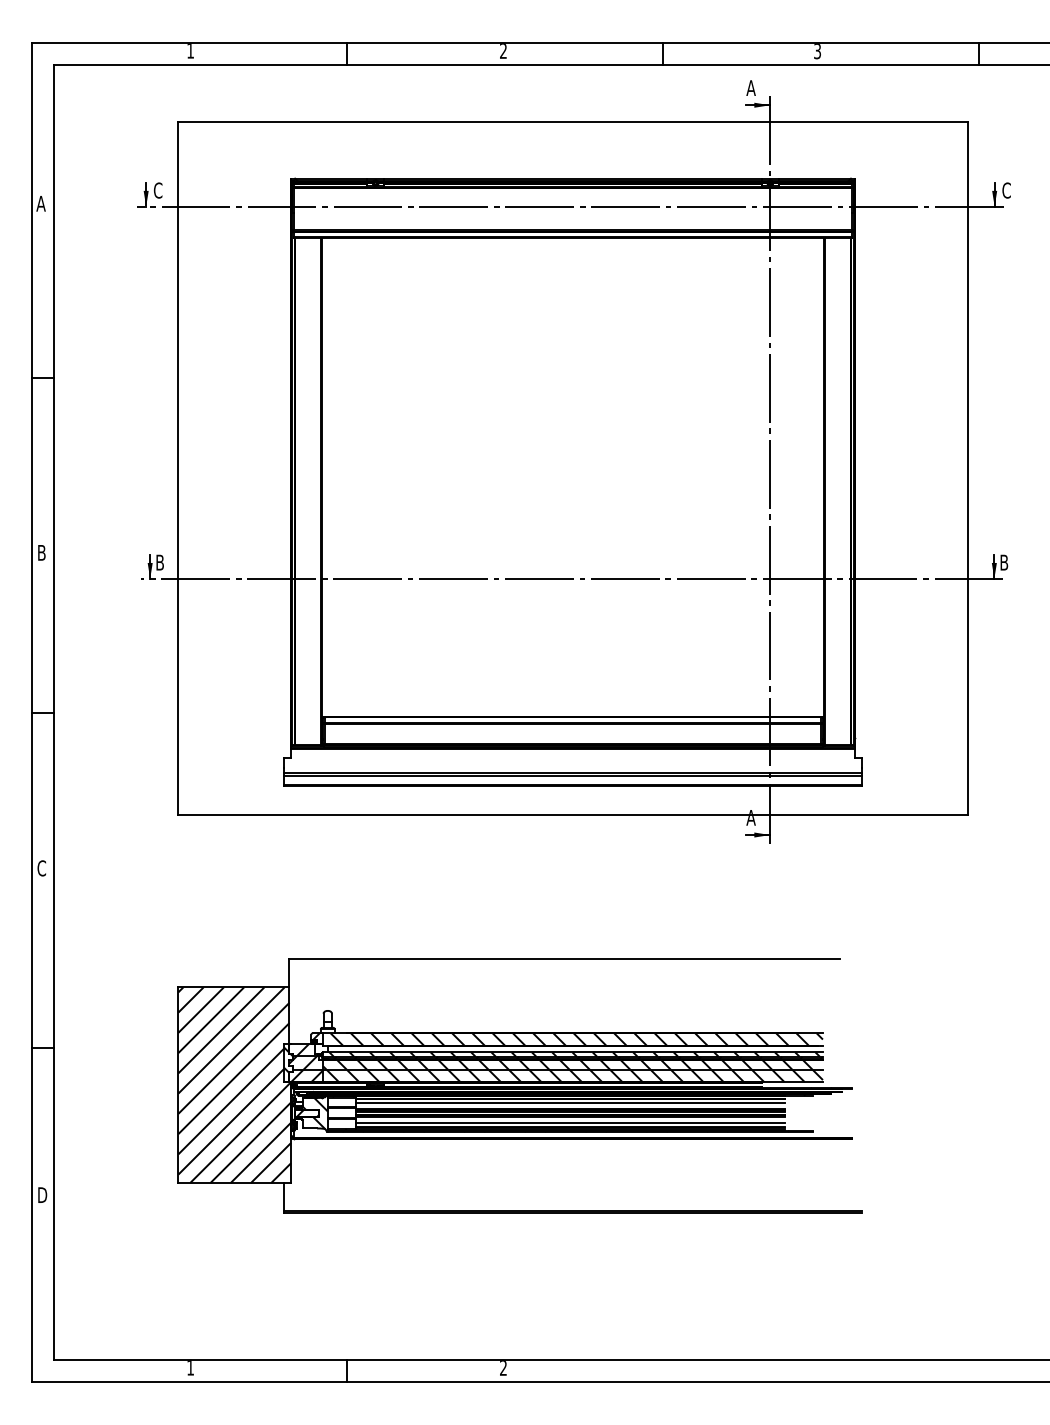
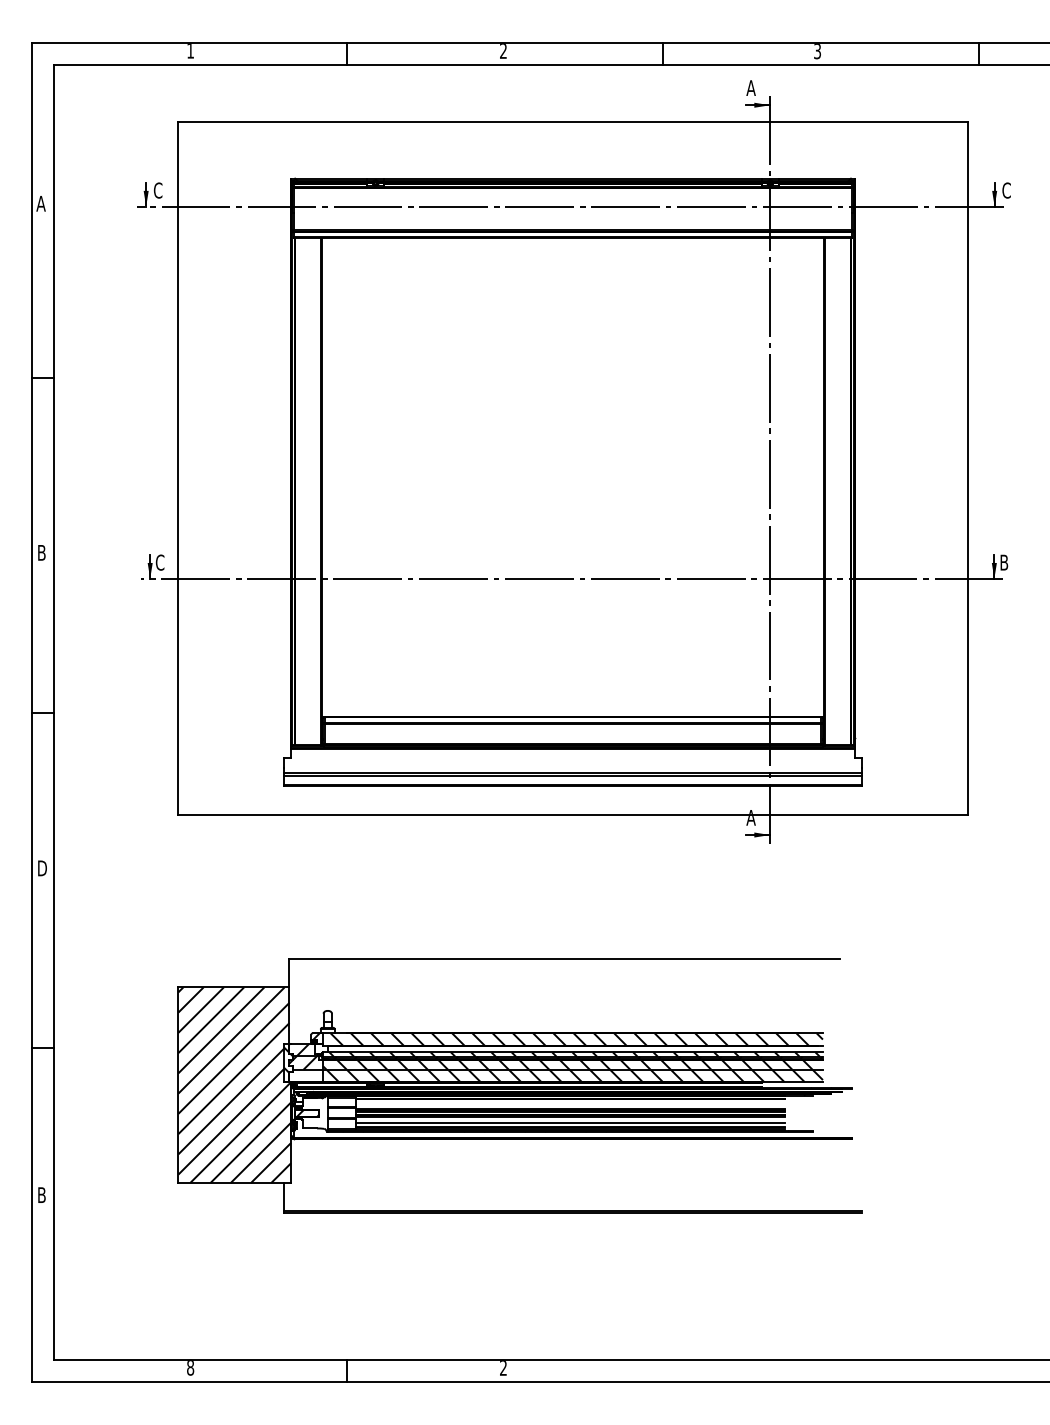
text at (159, 562): B -> C
text at (41, 868): C -> D
hatch at (307, 1075): present -> none
line at (570, 1103): present -> none
hatch at (328, 1113): present -> none
text at (43, 1195): D -> B
text at (190, 1368): 1 -> 8
